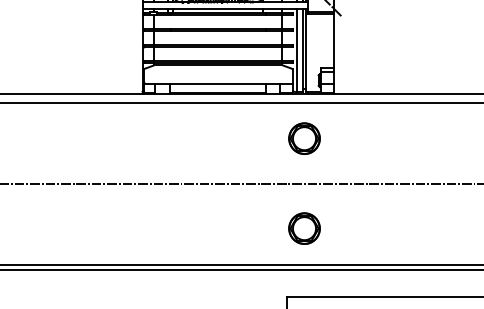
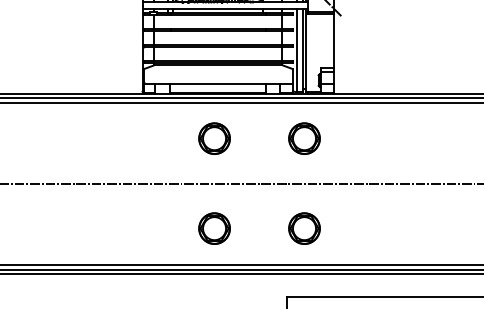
line at (241, 97): none -> present
part at (214, 138): none -> present
part at (214, 228): none -> present
line at (241, 273): none -> present
